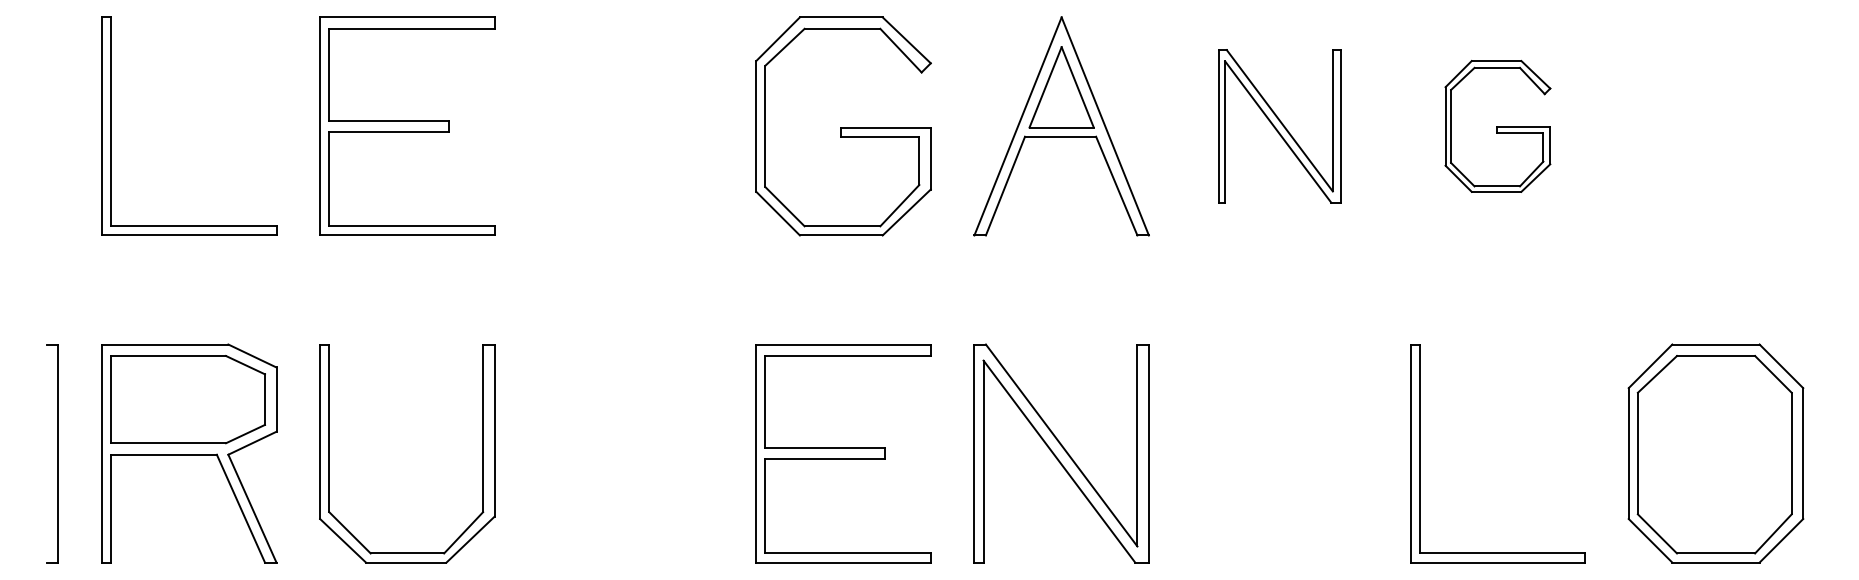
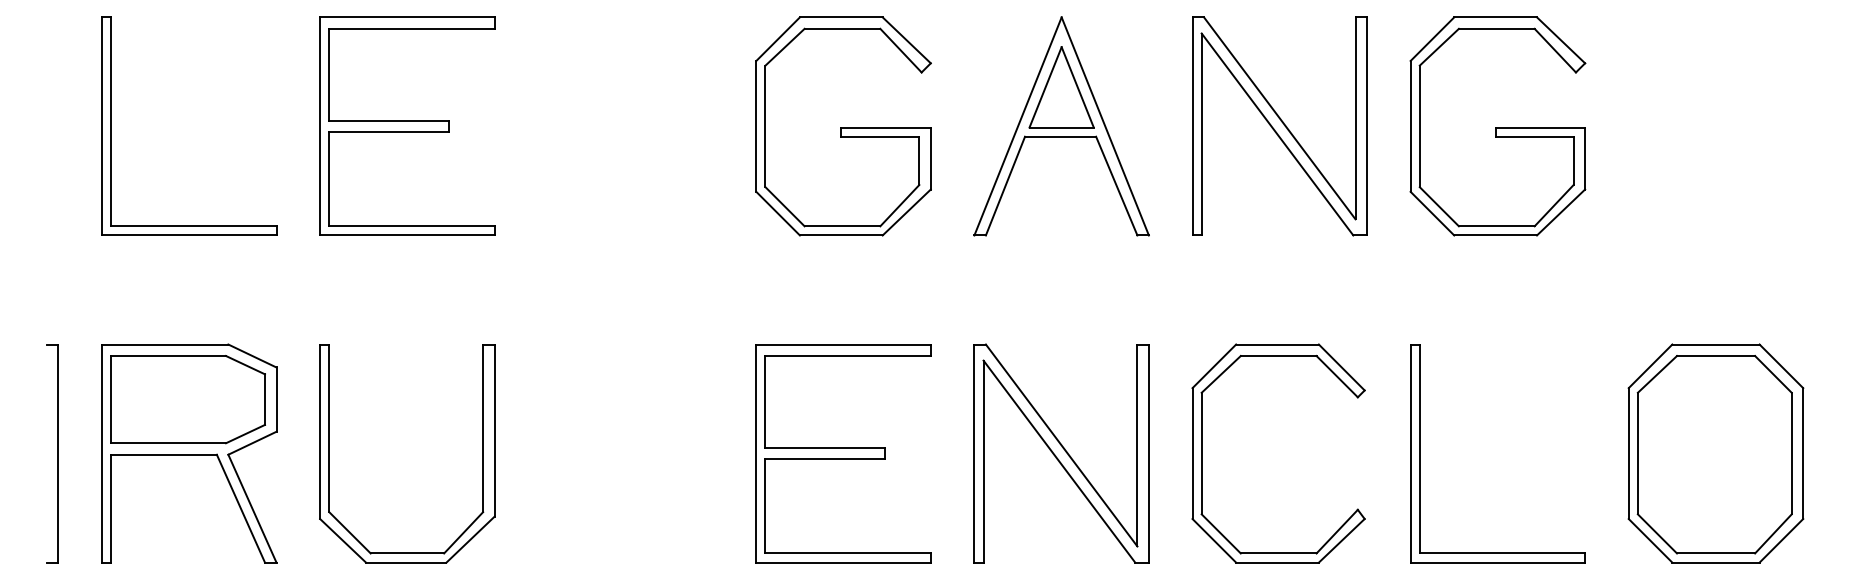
part at (1279, 126) size: 124x155 px -> 176x221 px
part at (1497, 126) size: 108x133 px -> 178x221 px
part at (1202, 453): none -> present
